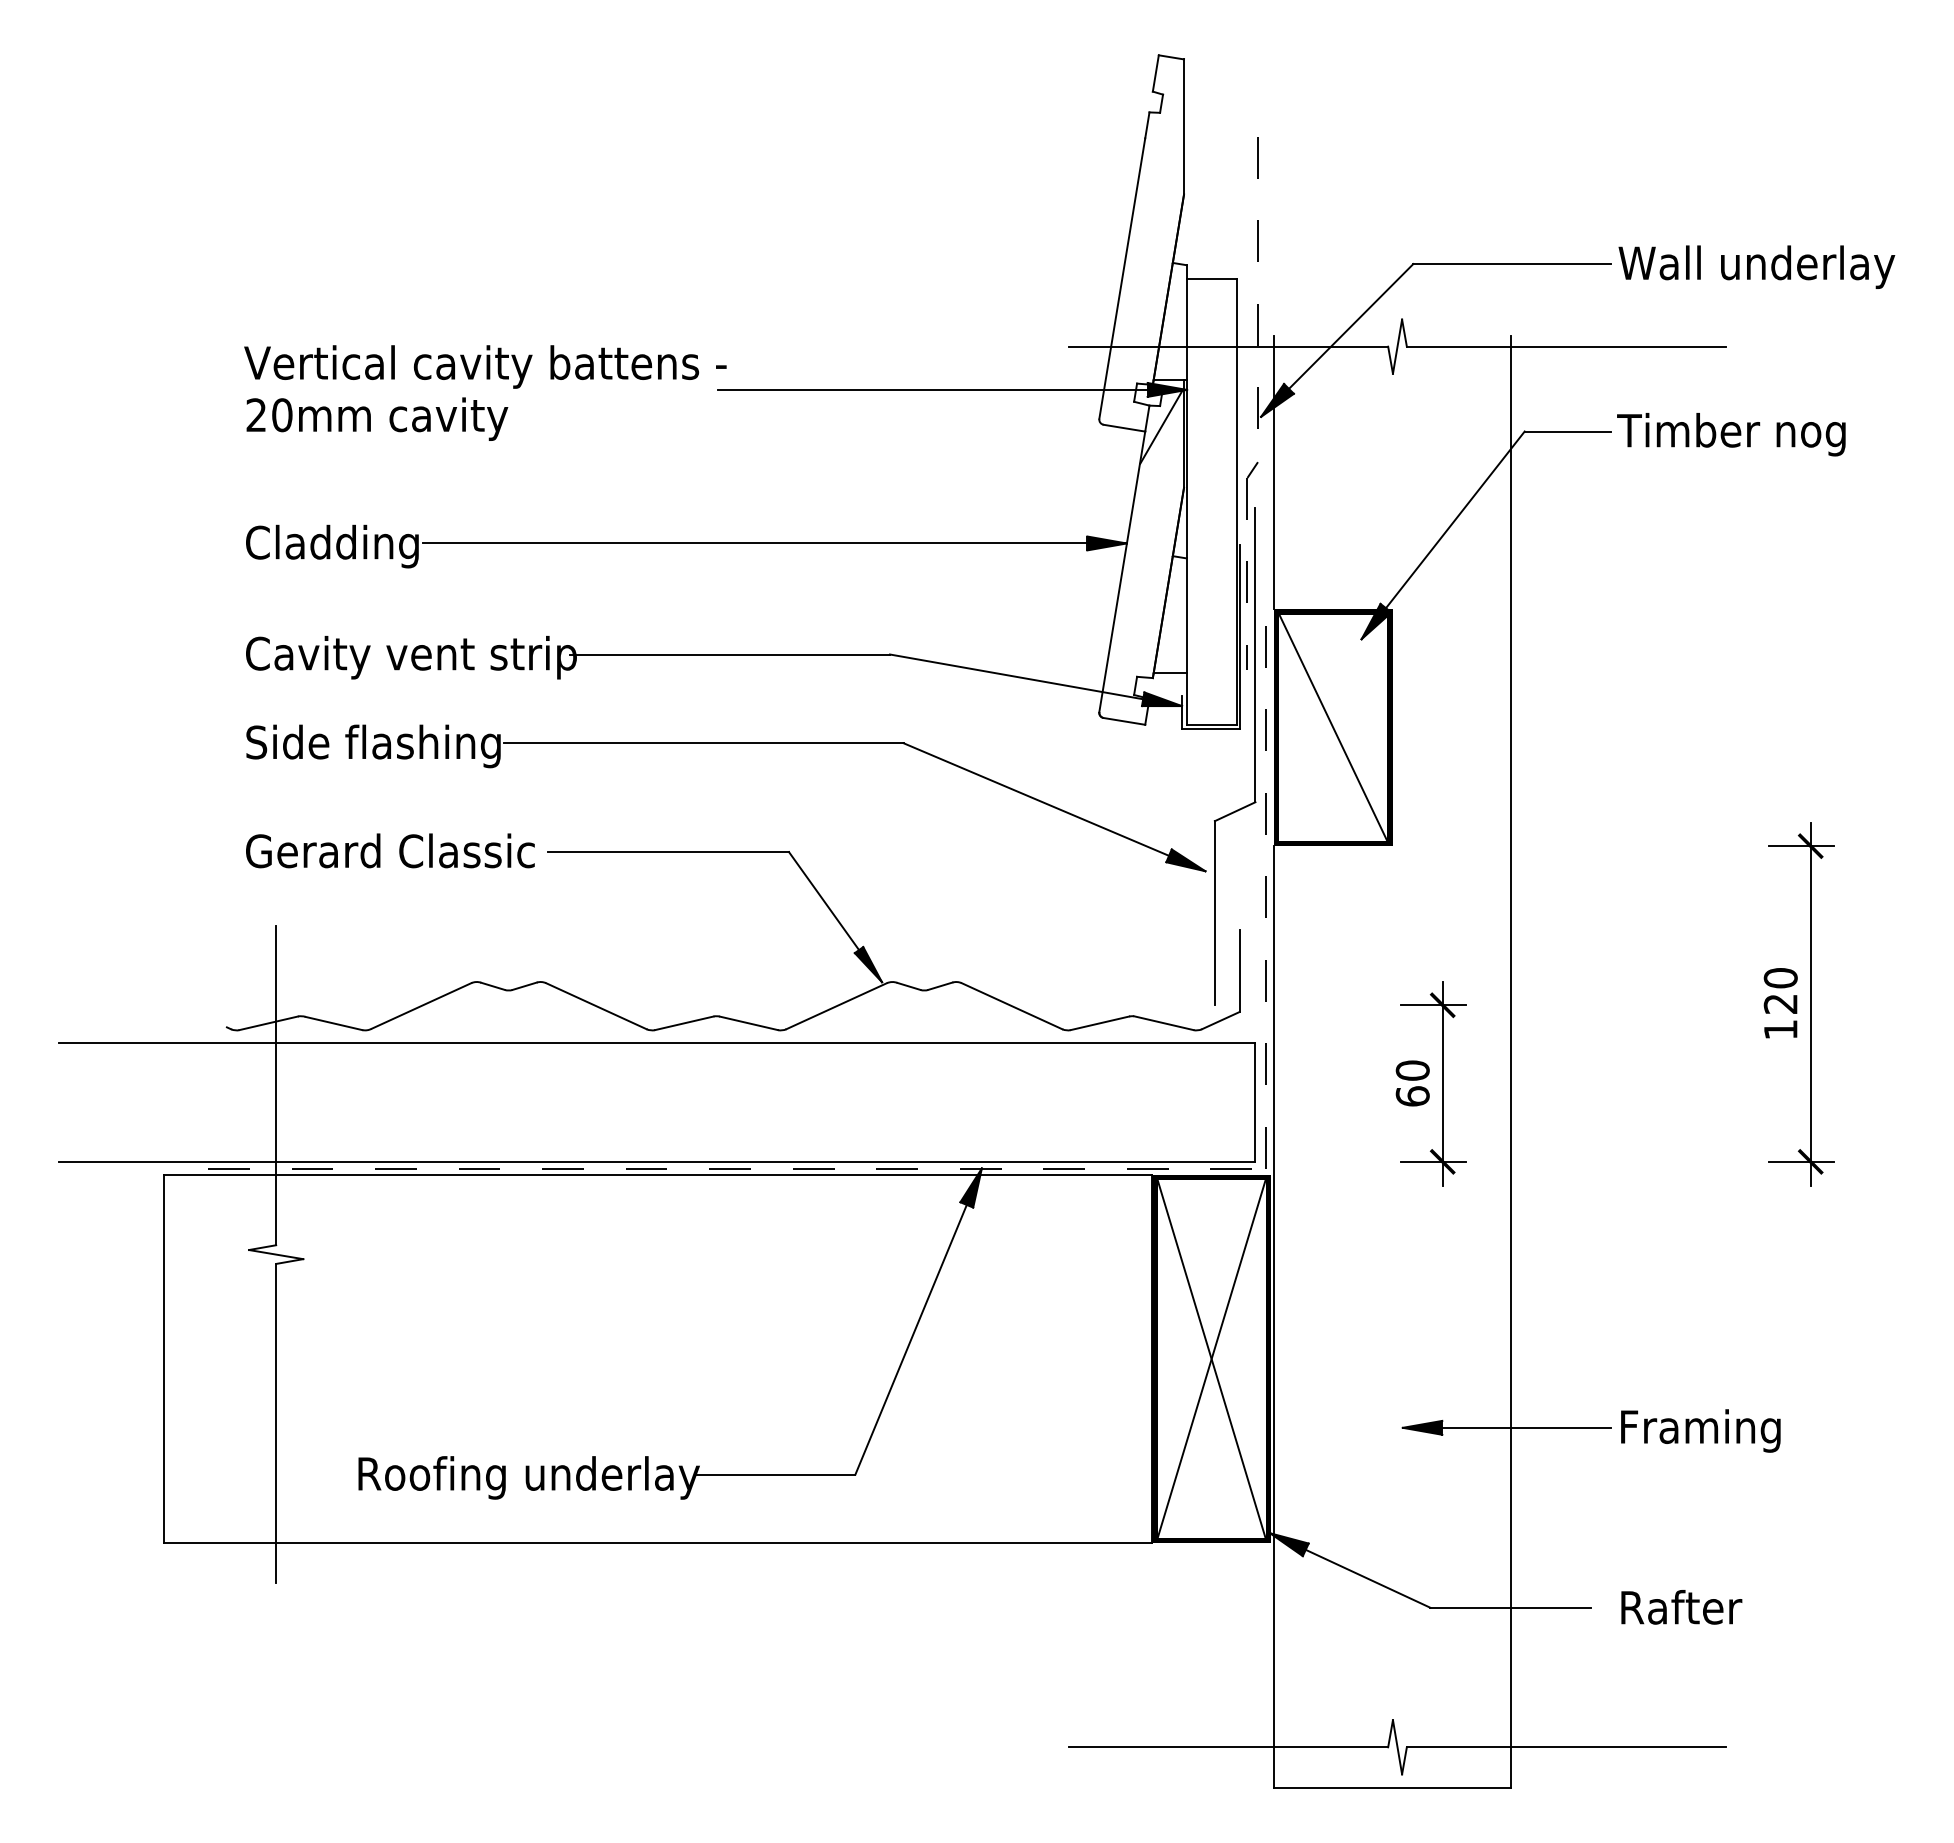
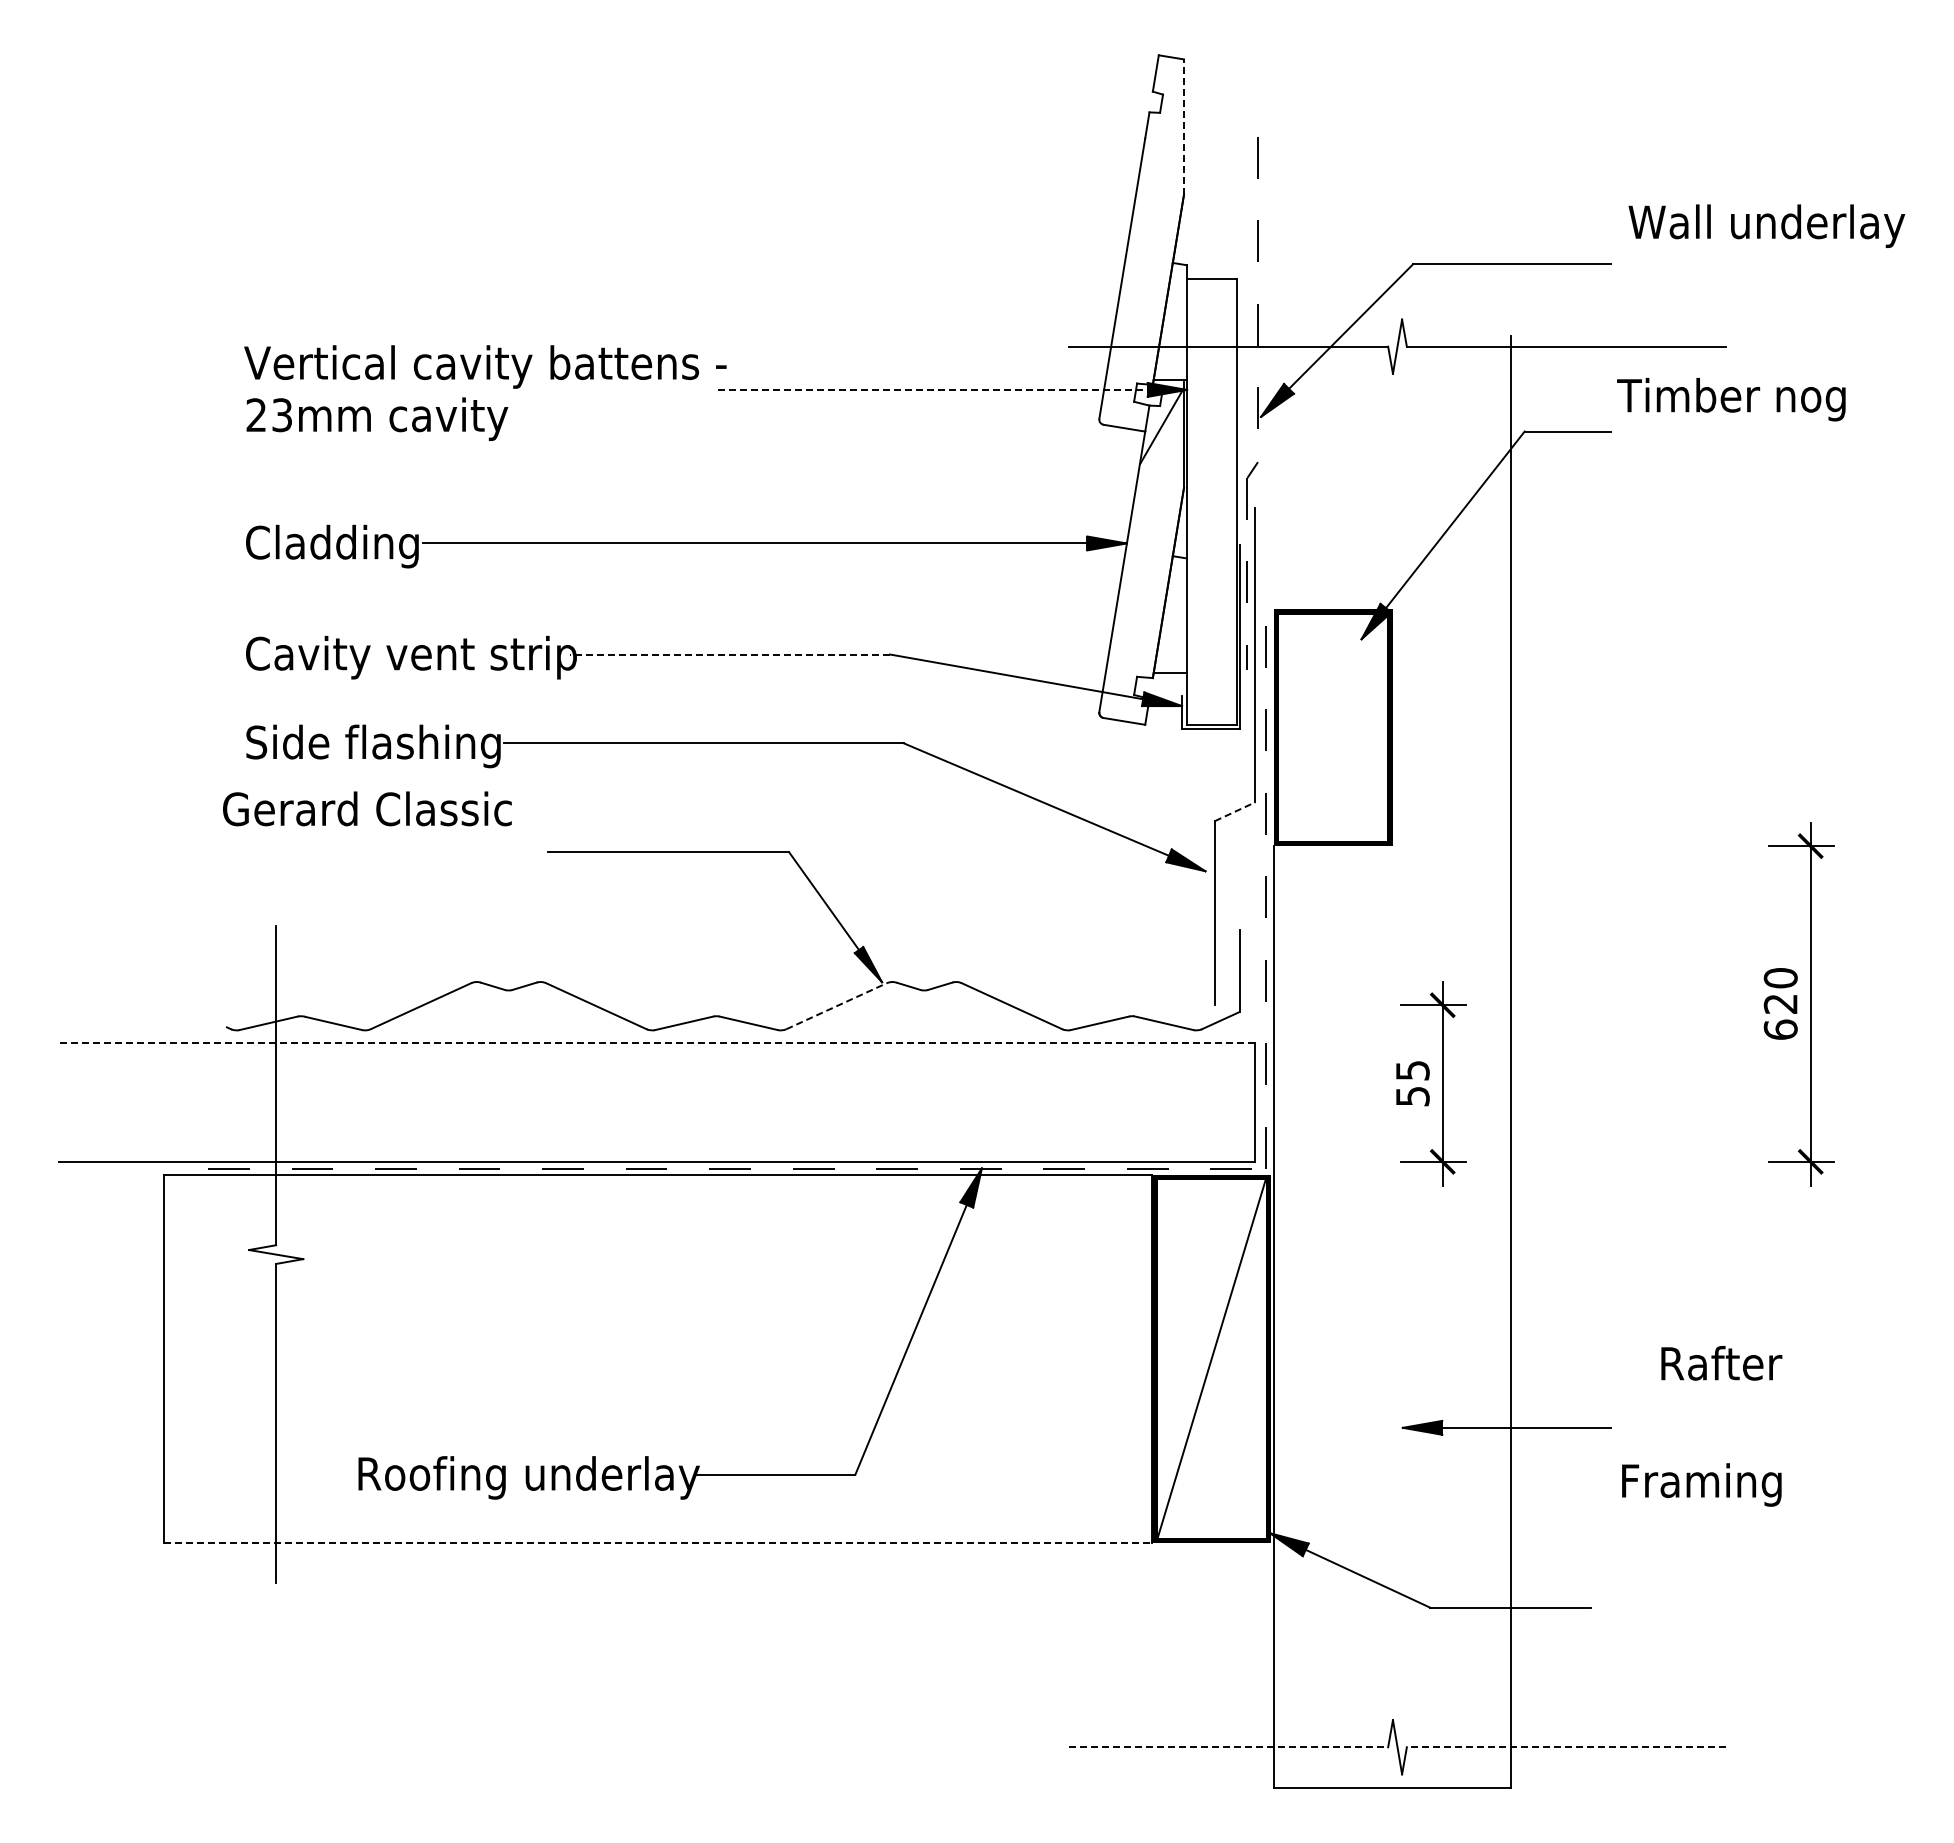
line at (1184, 127): solid -> dashed
text at (1756, 266) position: (1756, 266) -> (1766, 225)
line at (952, 389): solid -> dashed
text at (282, 415): 20mm -> 23mm
text at (1731, 434) position: (1731, 434) -> (1731, 399)
line at (1274, 472): present -> none
line at (729, 654): solid -> dashed
line at (1333, 727): present -> none
line at (1235, 811): solid -> dashed
text at (390, 850) position: (390, 850) -> (367, 808)
line at (837, 1006): solid -> dashed
text at (1780, 1029): 120 -> 620
line at (656, 1043): solid -> dashed
text at (1412, 1083): 60 -> 55
line at (1211, 1359): present -> none
text at (1700, 1430) position: (1700, 1430) -> (1701, 1484)
line at (658, 1543): solid -> dashed
text at (1681, 1607) position: (1681, 1607) -> (1721, 1363)
line at (1228, 1747): solid -> dashed
line at (1566, 1747): solid -> dashed
